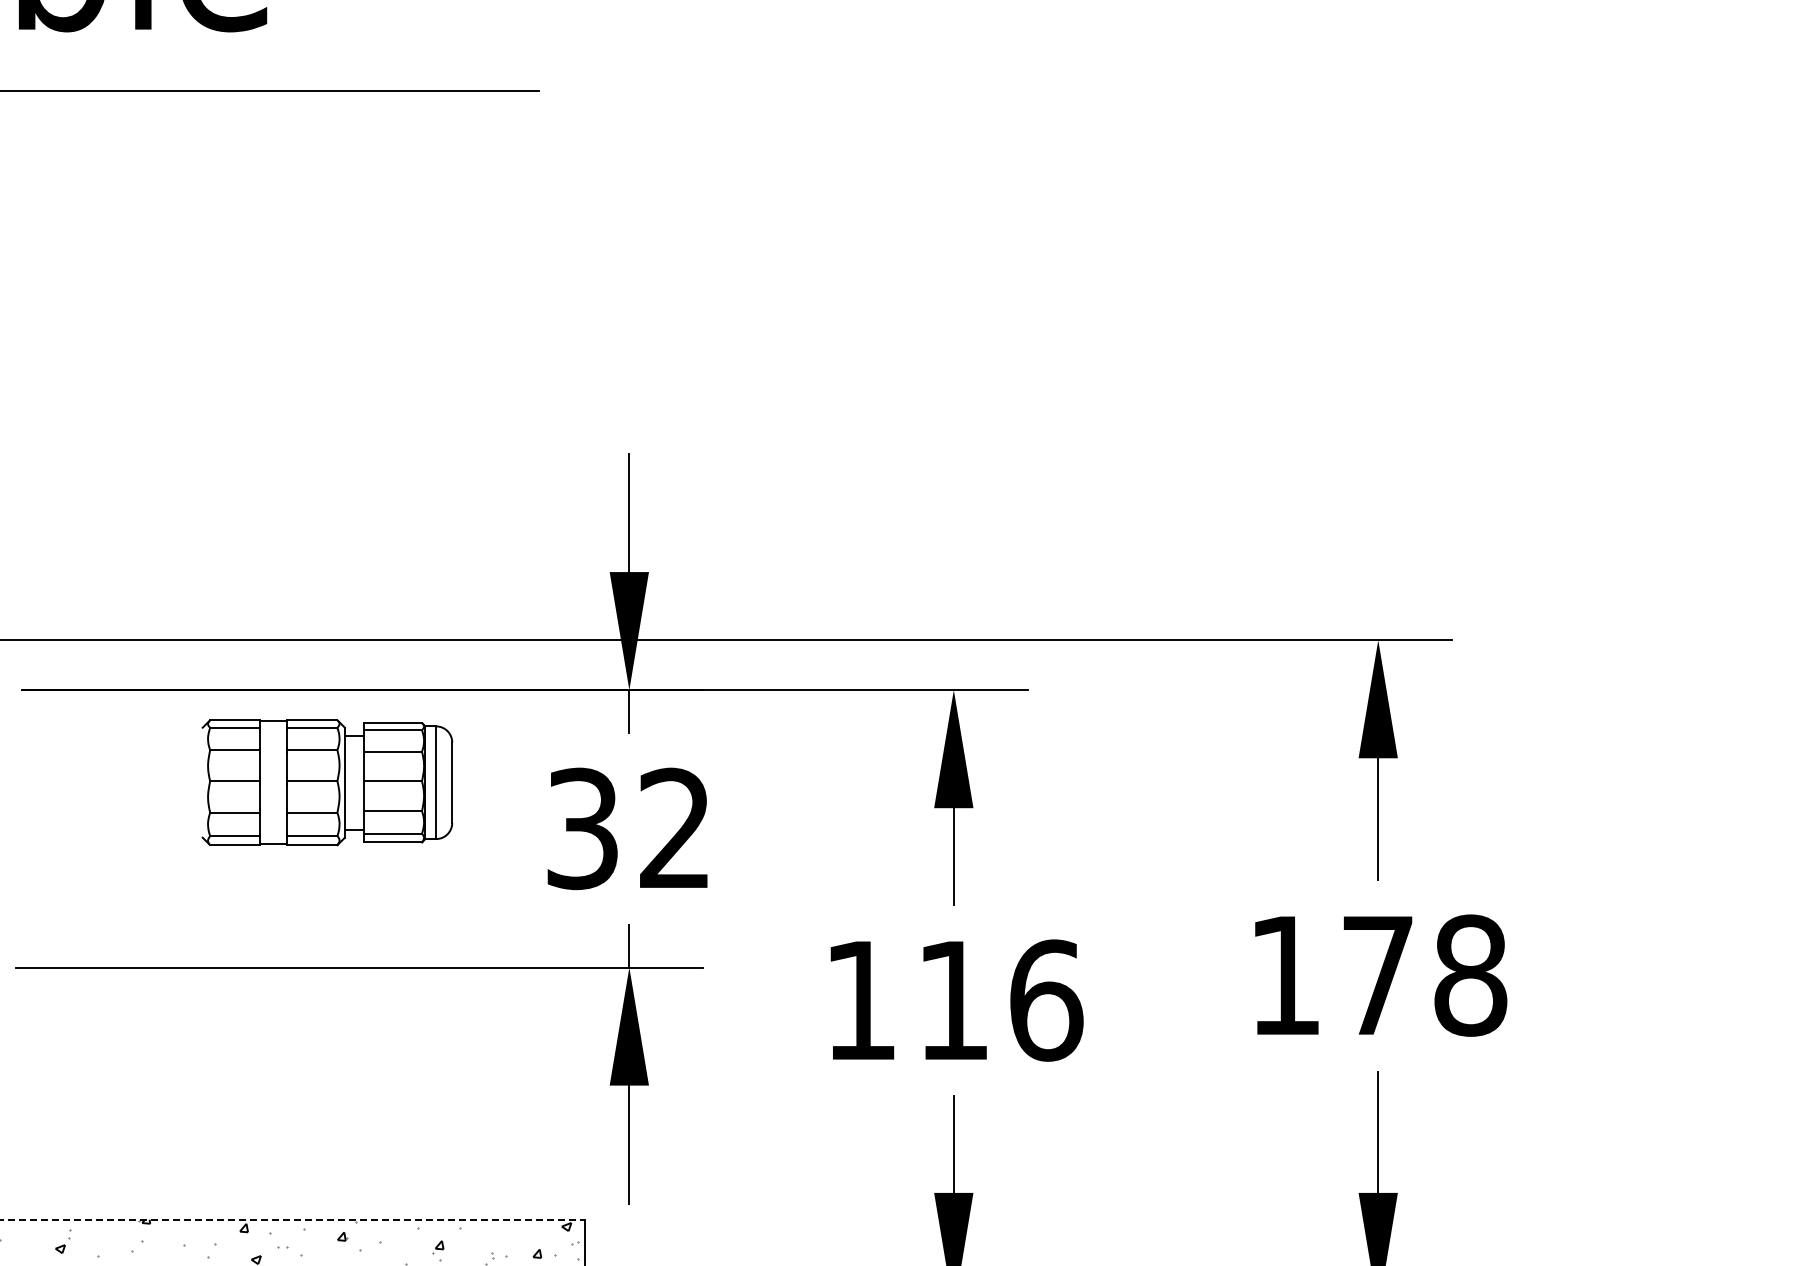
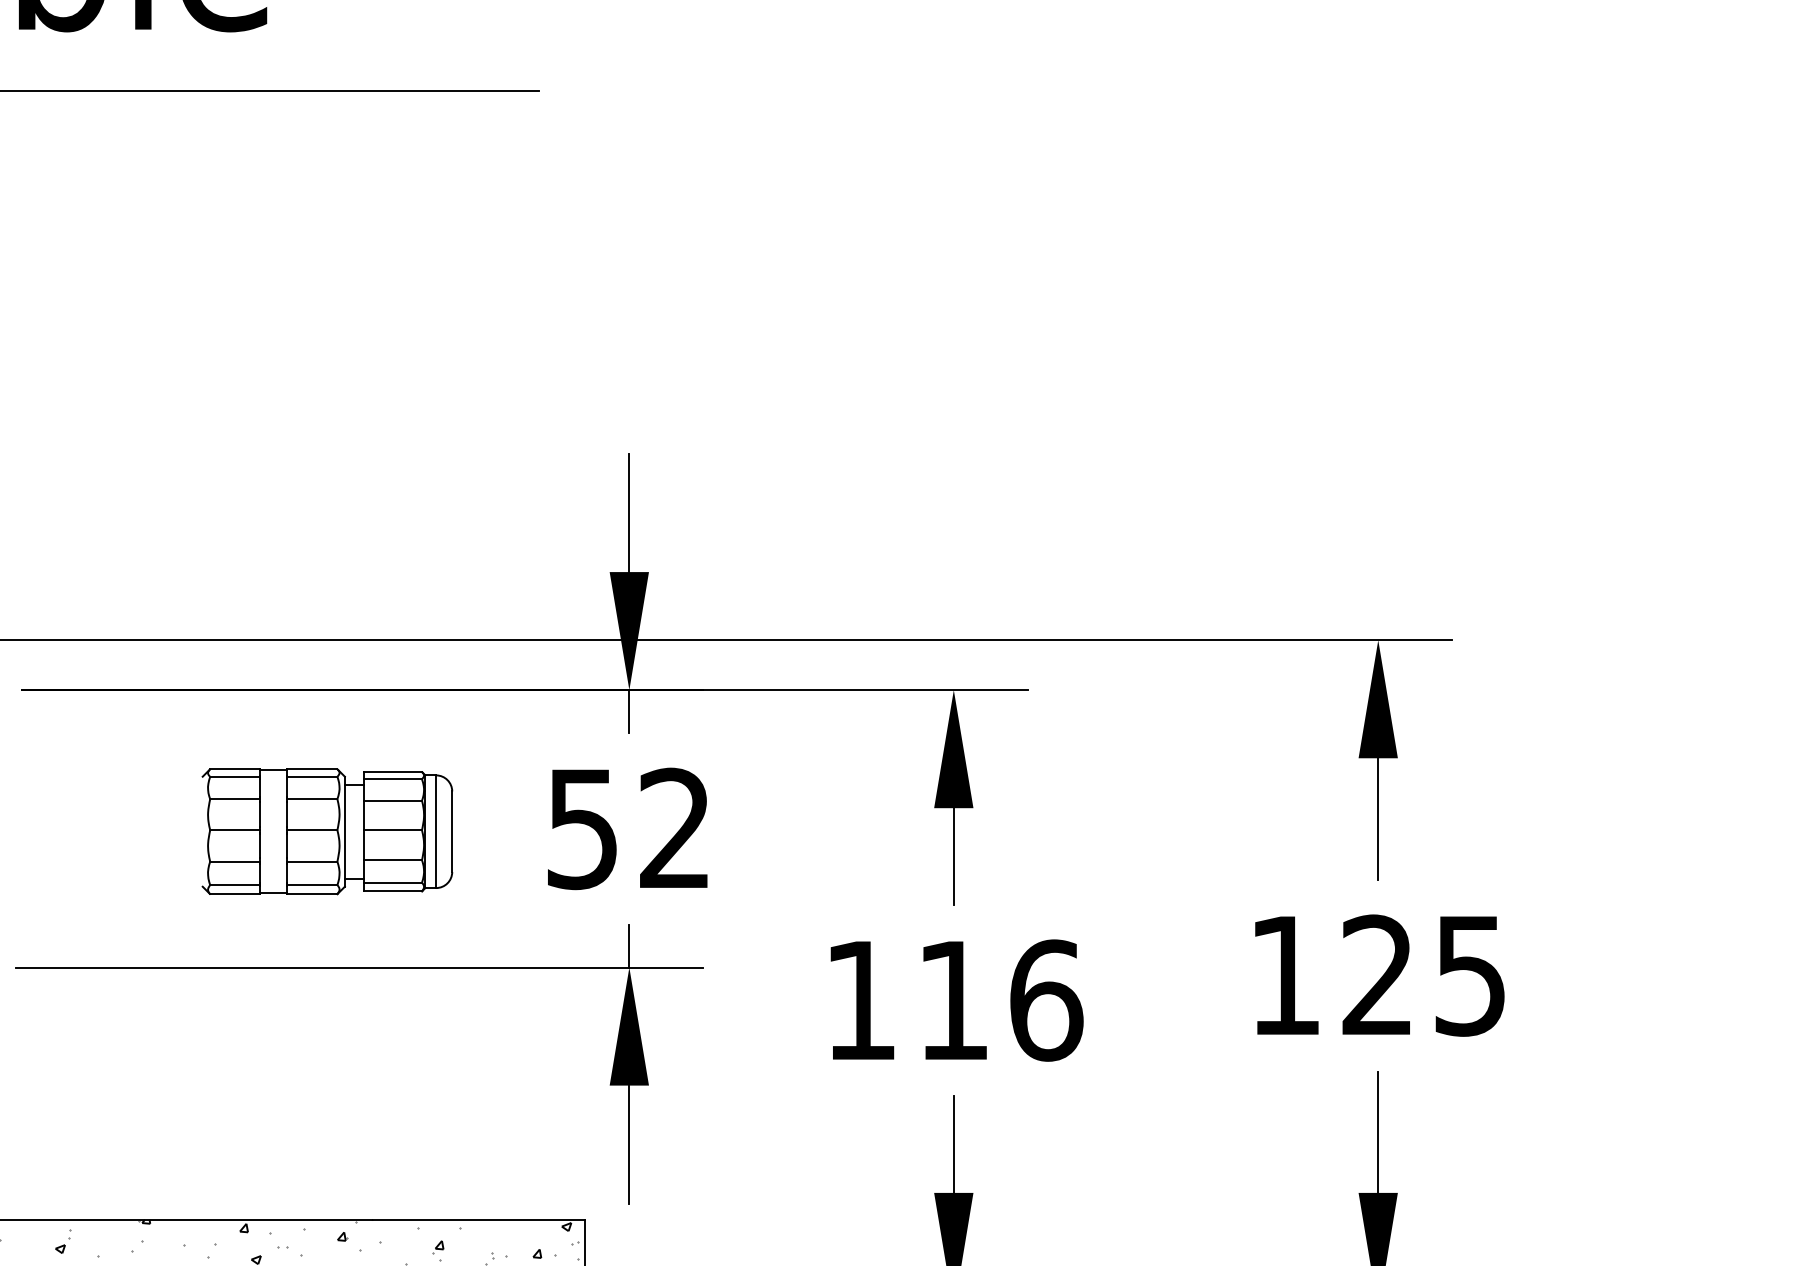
part at (327, 782) position: (327, 782) -> (327, 831)
text at (582, 828): 32 -> 52
text at (1424, 975): 178 -> 125
line at (293, 1219): dashed -> solid
